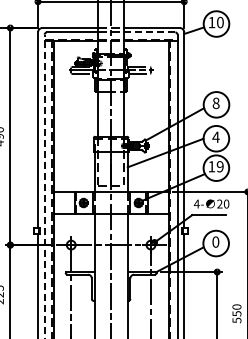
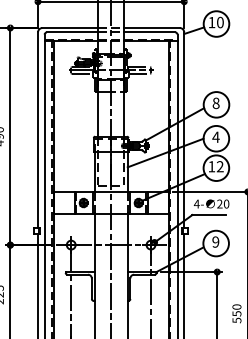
line at (150, 32): dashed -> solid
text at (219, 166): 19 -> 12
line at (44, 186): dashed -> solid
text at (215, 241): 0 -> 9
